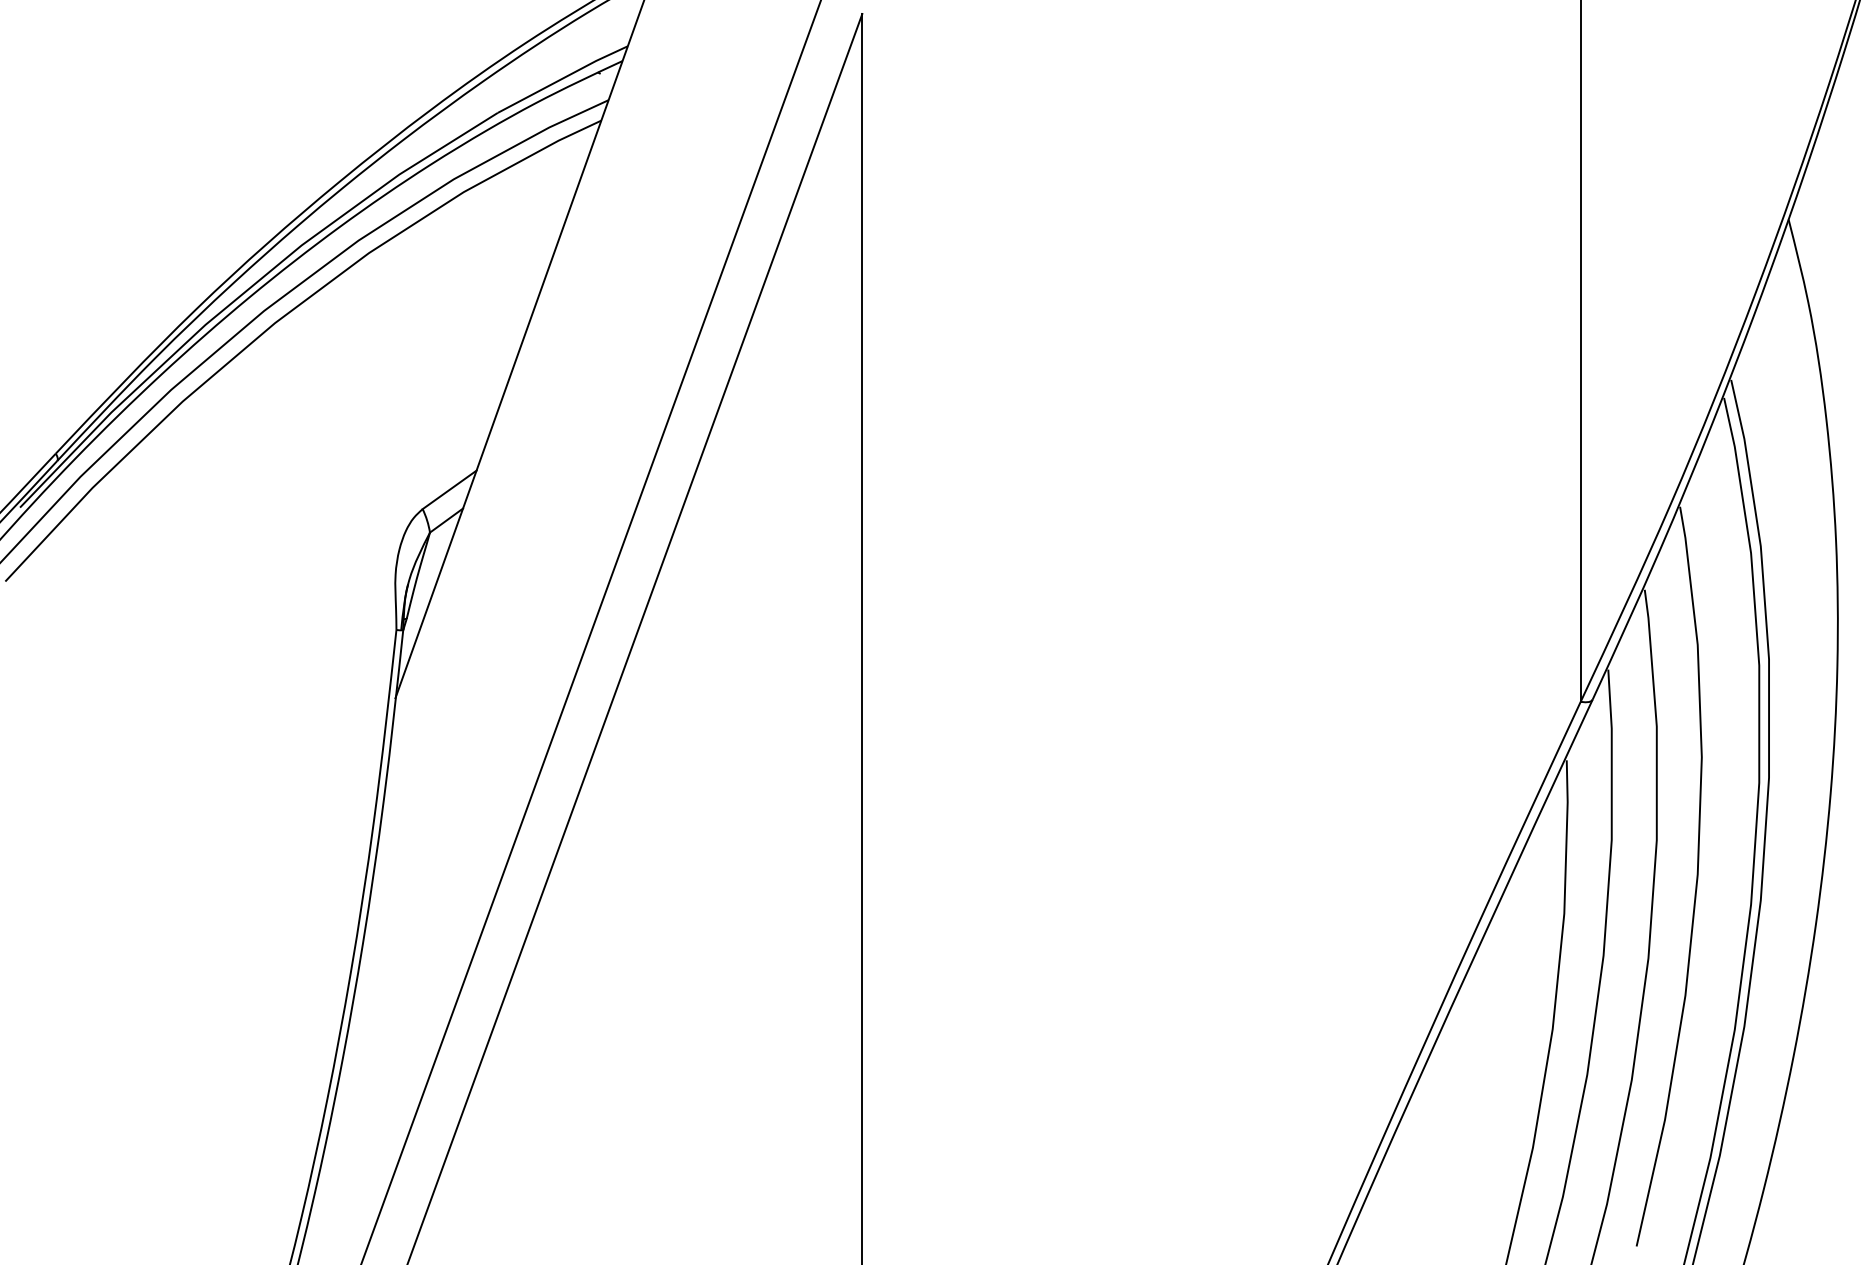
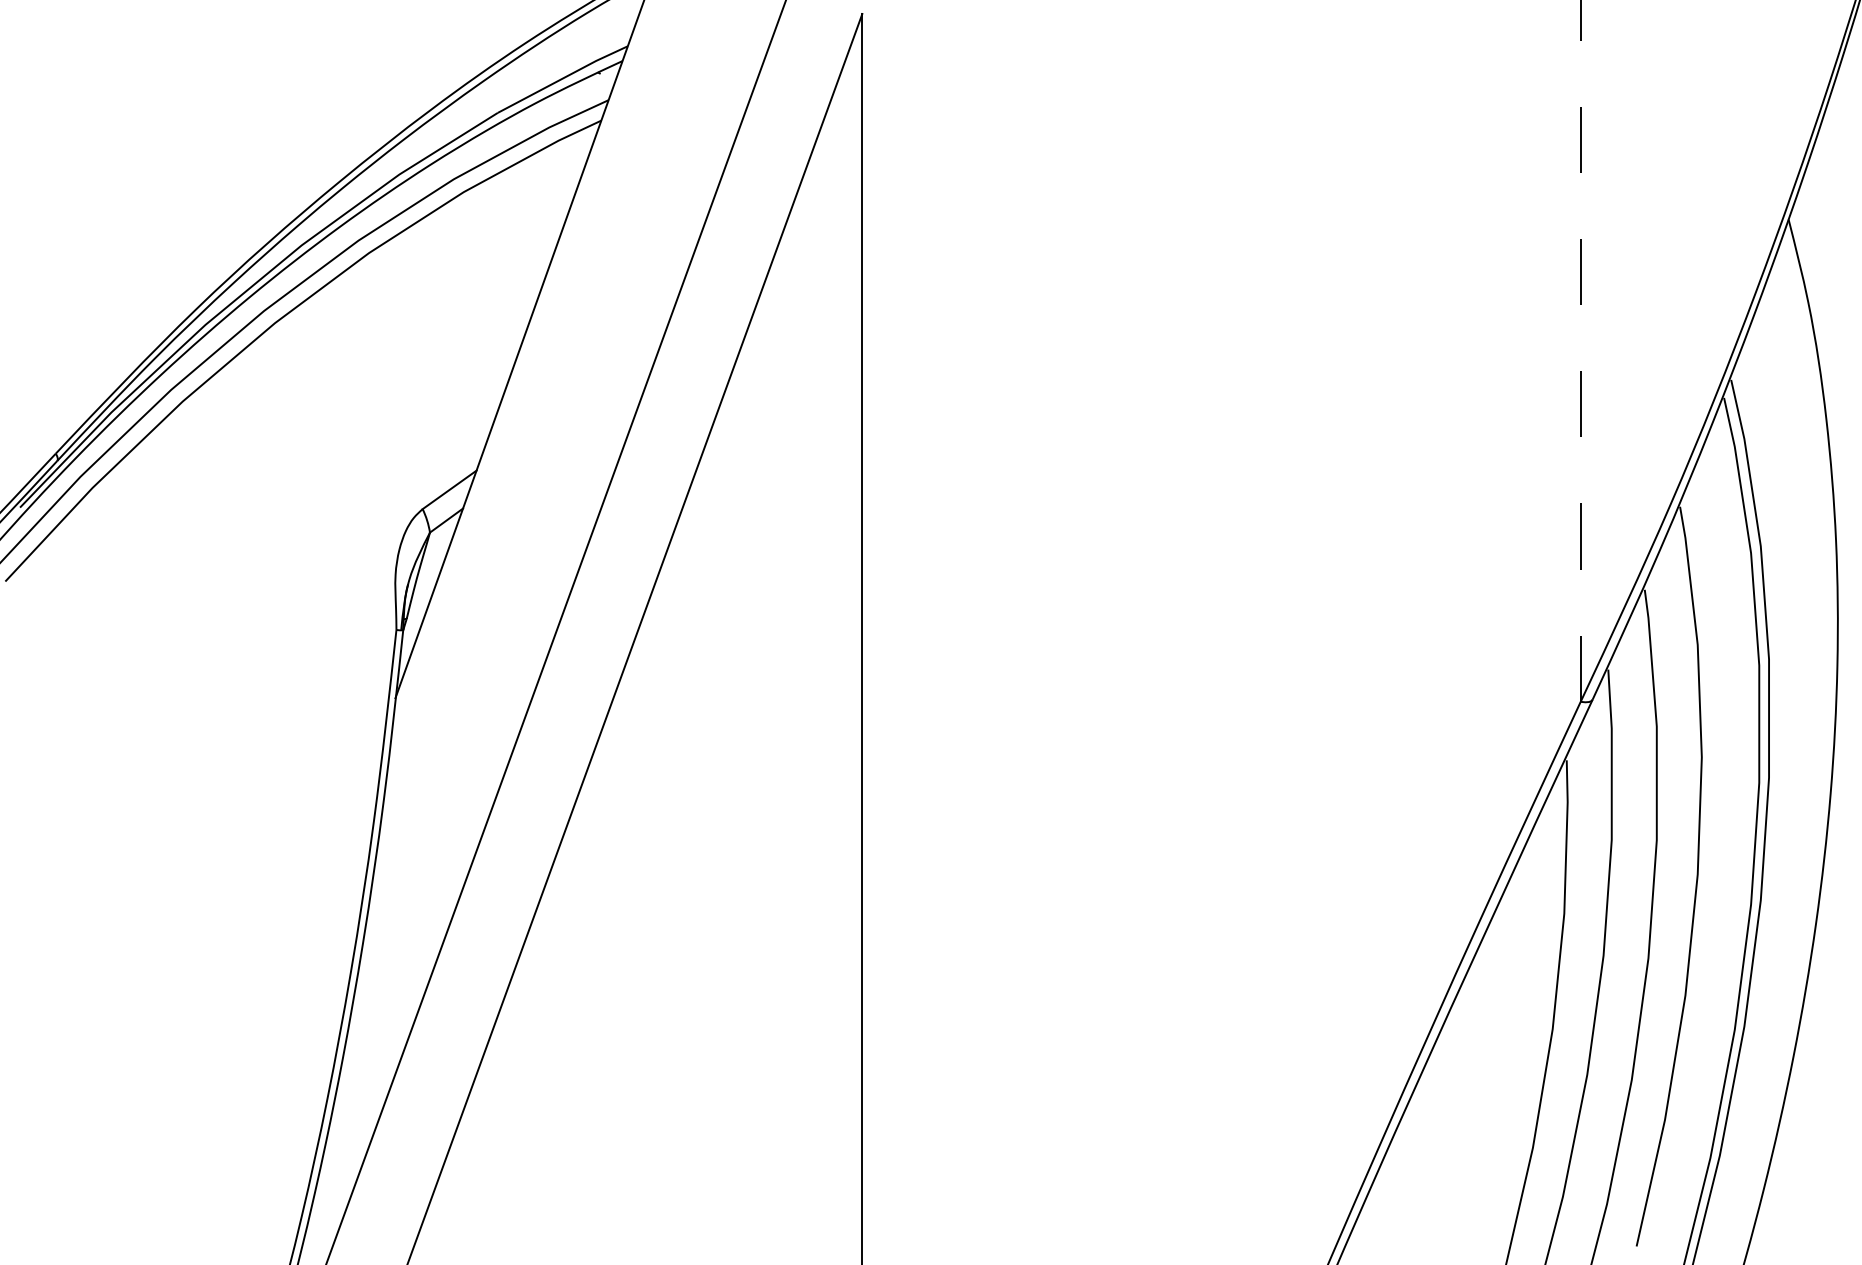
line at (1580, 350): solid -> dashed
line at (591, 631) position: (591, 631) -> (556, 631)
